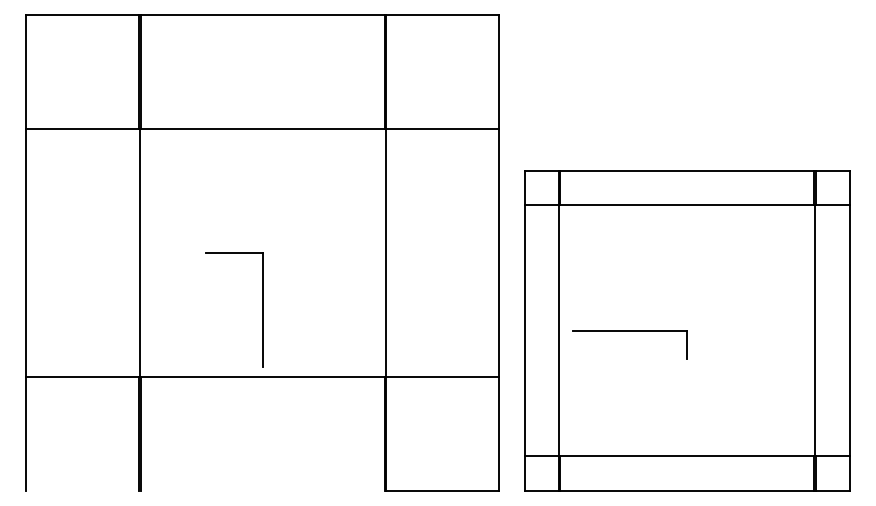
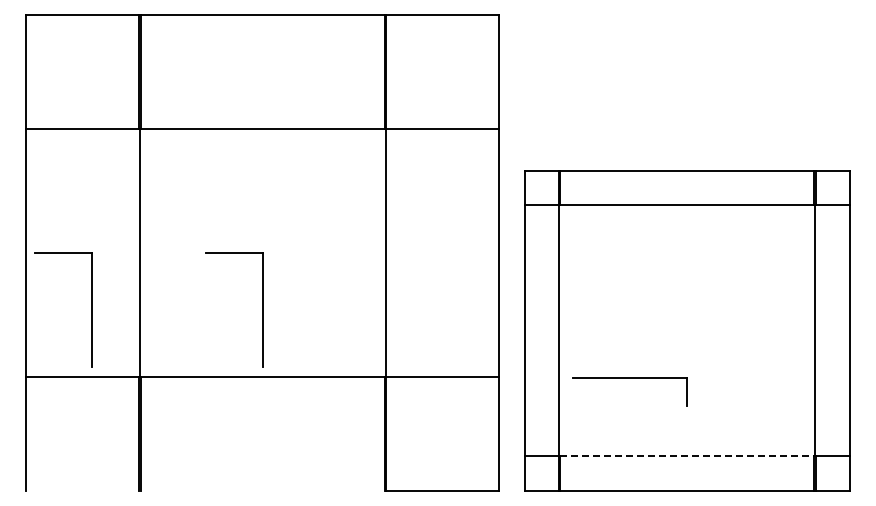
part at (91, 309): none -> present
part at (629, 331) position: (629, 331) -> (629, 378)
line at (687, 456): solid -> dashed
